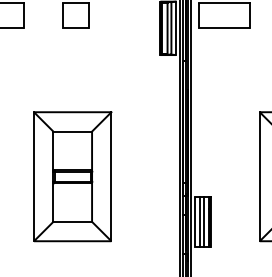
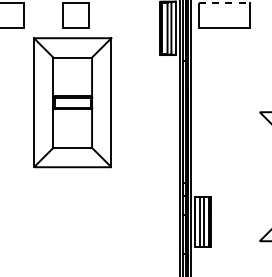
line at (224, 2): solid -> dashed
part at (72, 176) position: (72, 176) -> (72, 102)
line at (259, 176): present -> none
